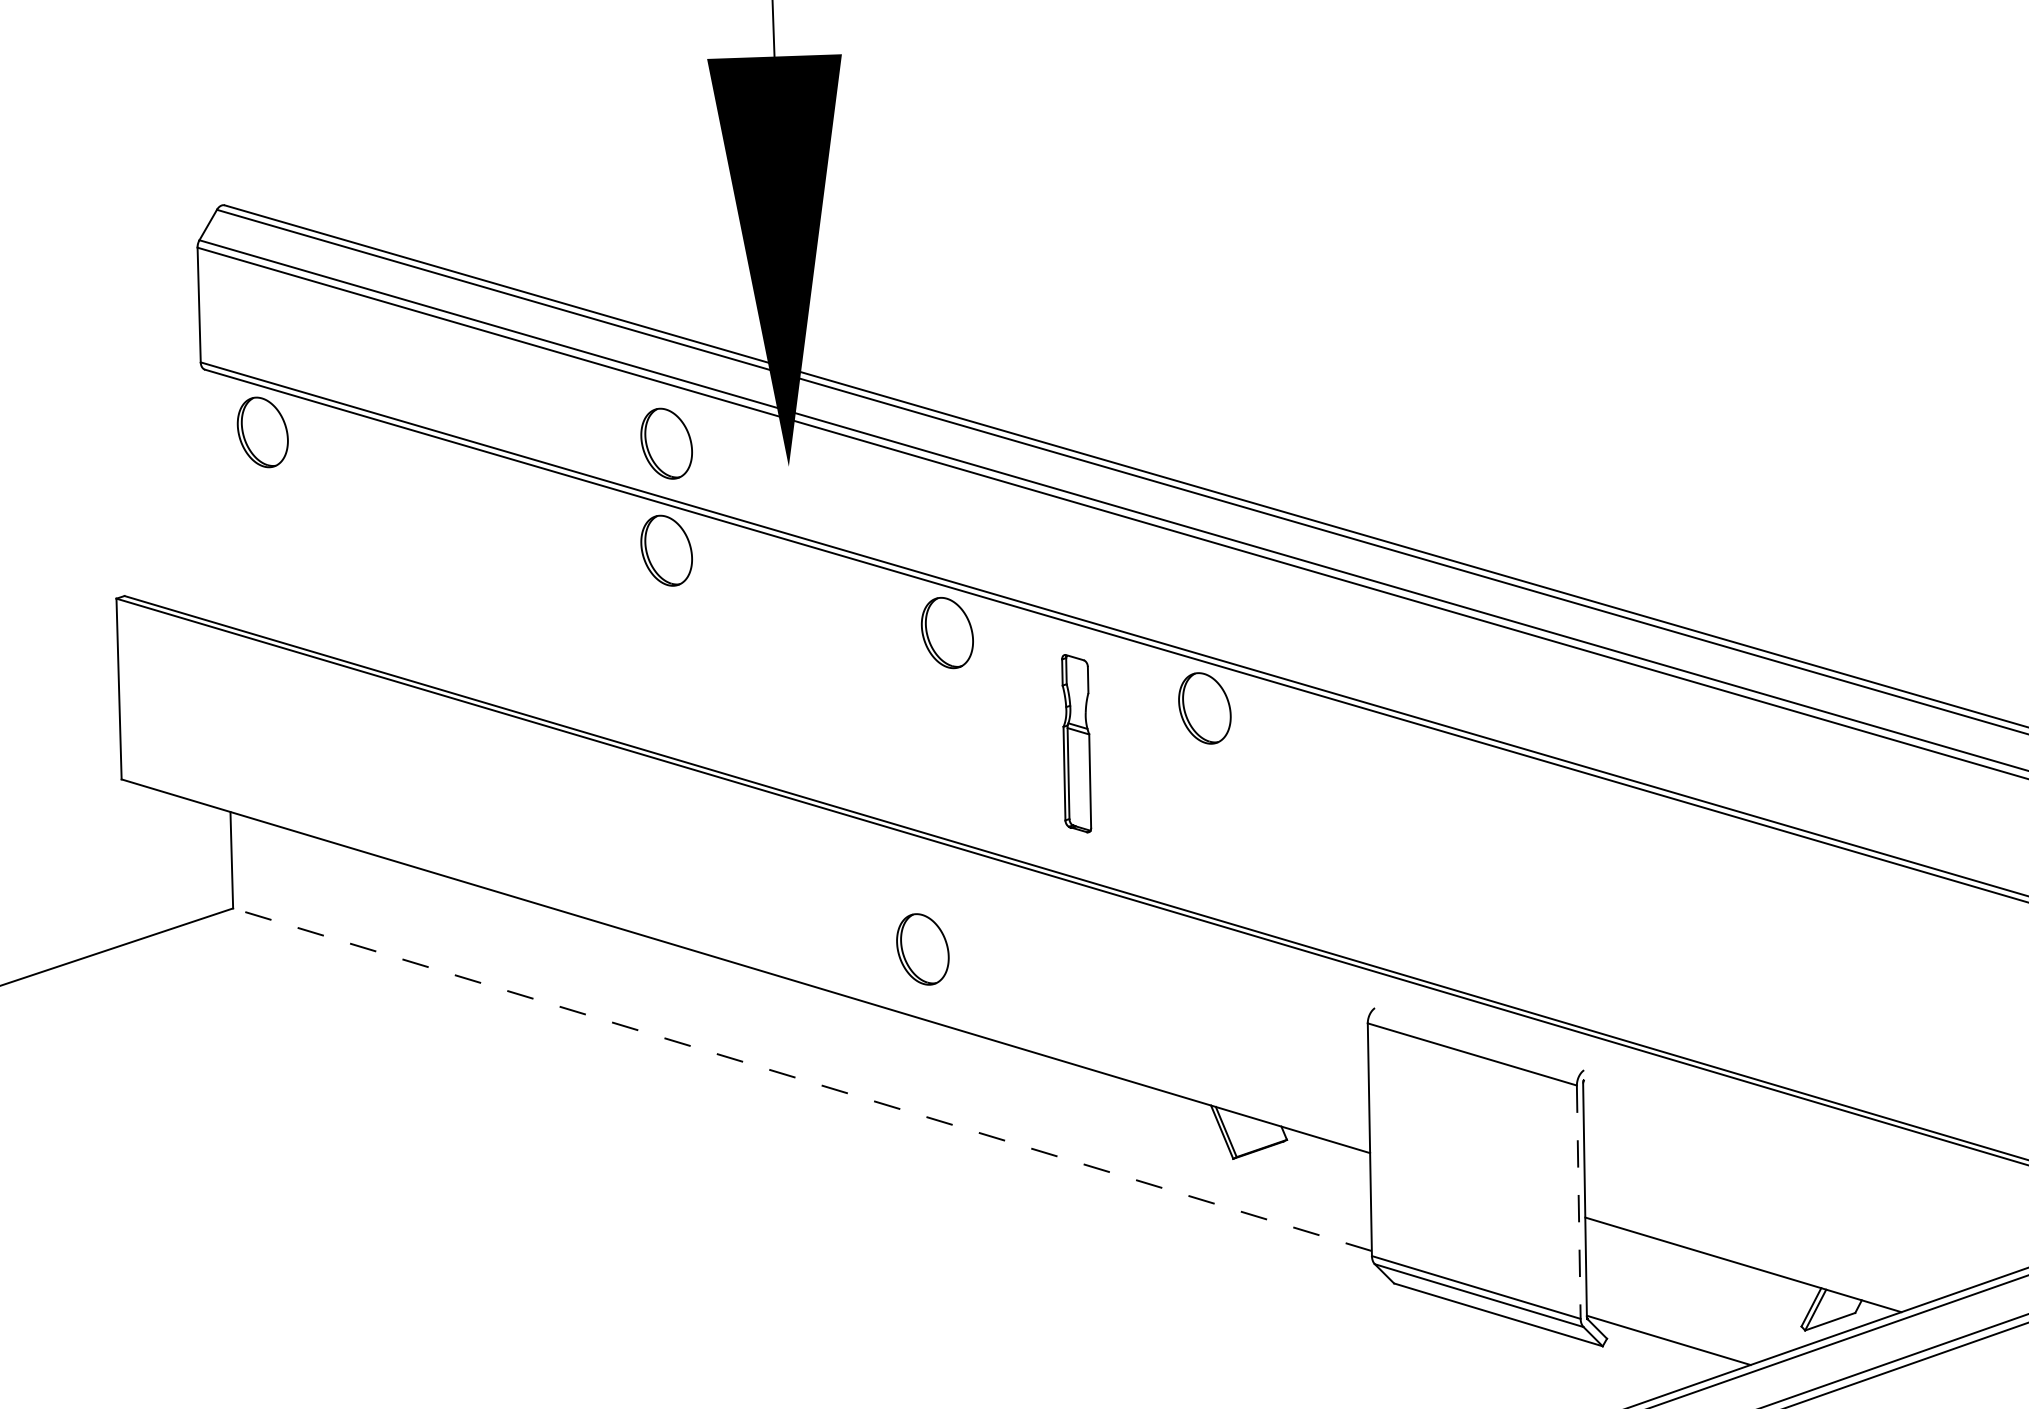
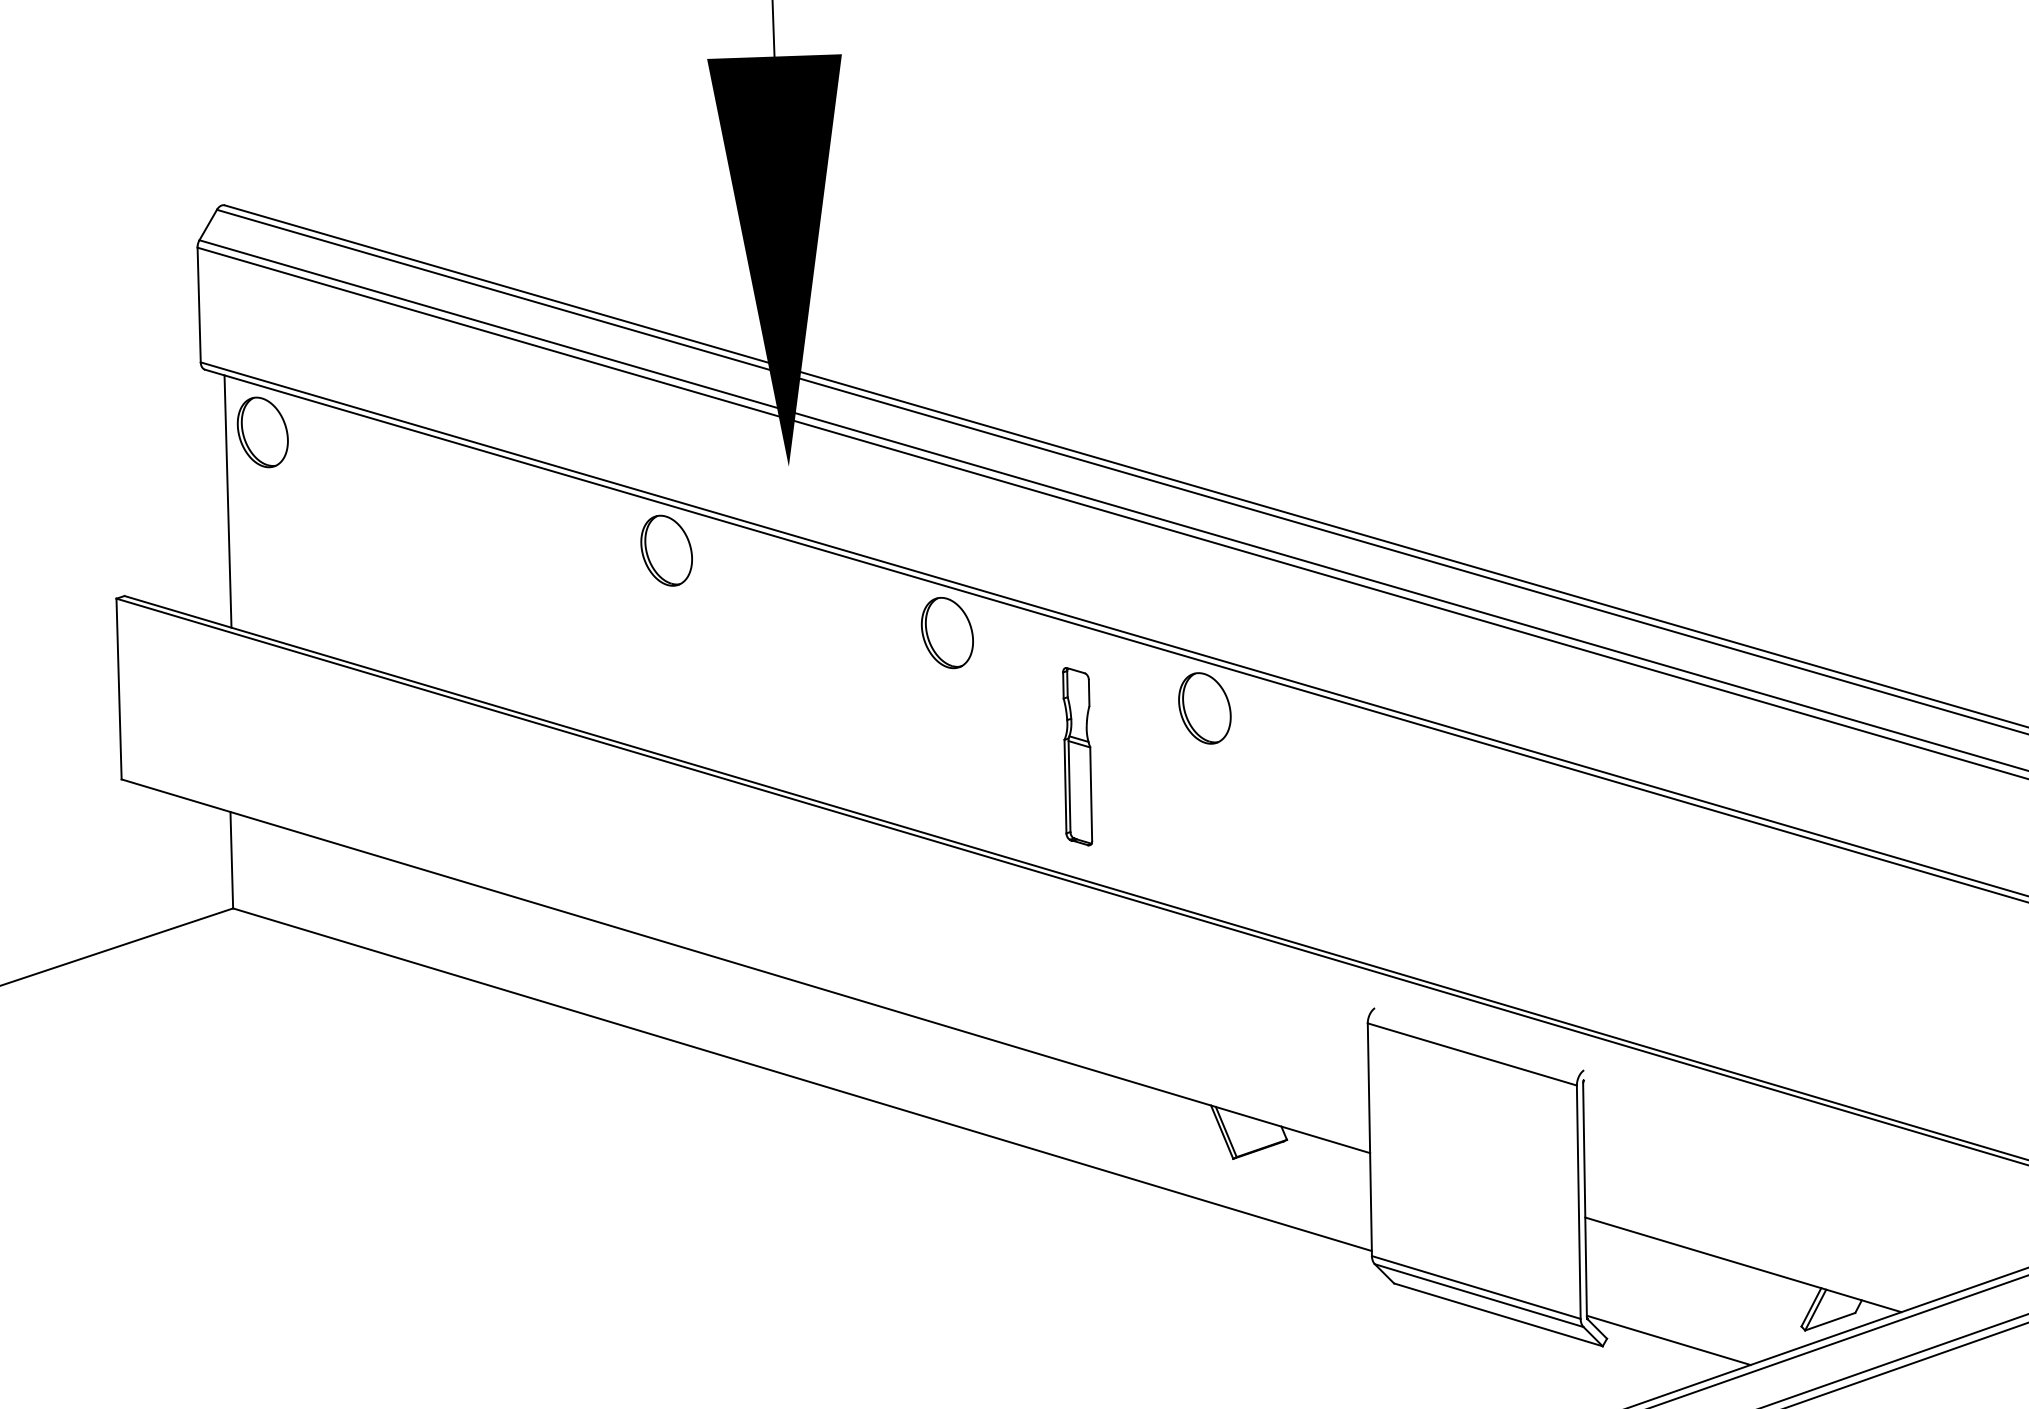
part at (666, 443): present -> none
line at (227, 501): none -> present
part at (1076, 743) position: (1076, 743) -> (1077, 756)
part at (922, 949): present -> none
line at (802, 1079): dashed -> solid
line at (1578, 1202): dashed -> solid
